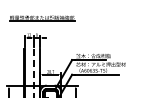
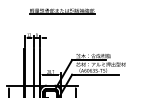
part at (42, 18) position: (42, 18) -> (62, 11)
line at (33, 73): dashed -> solid
